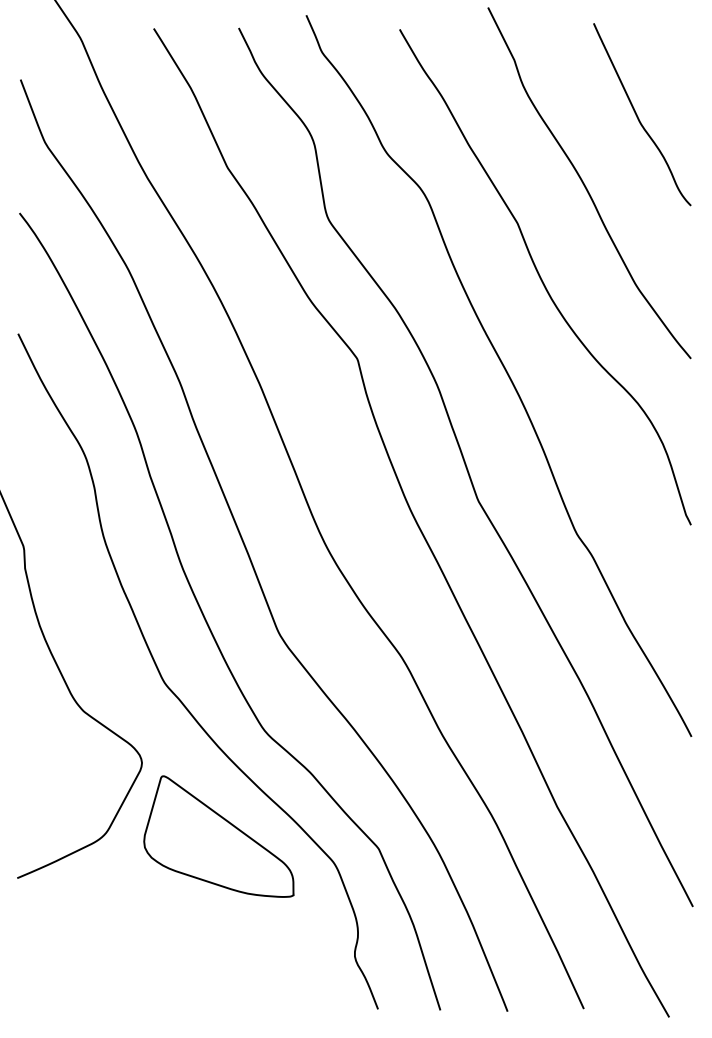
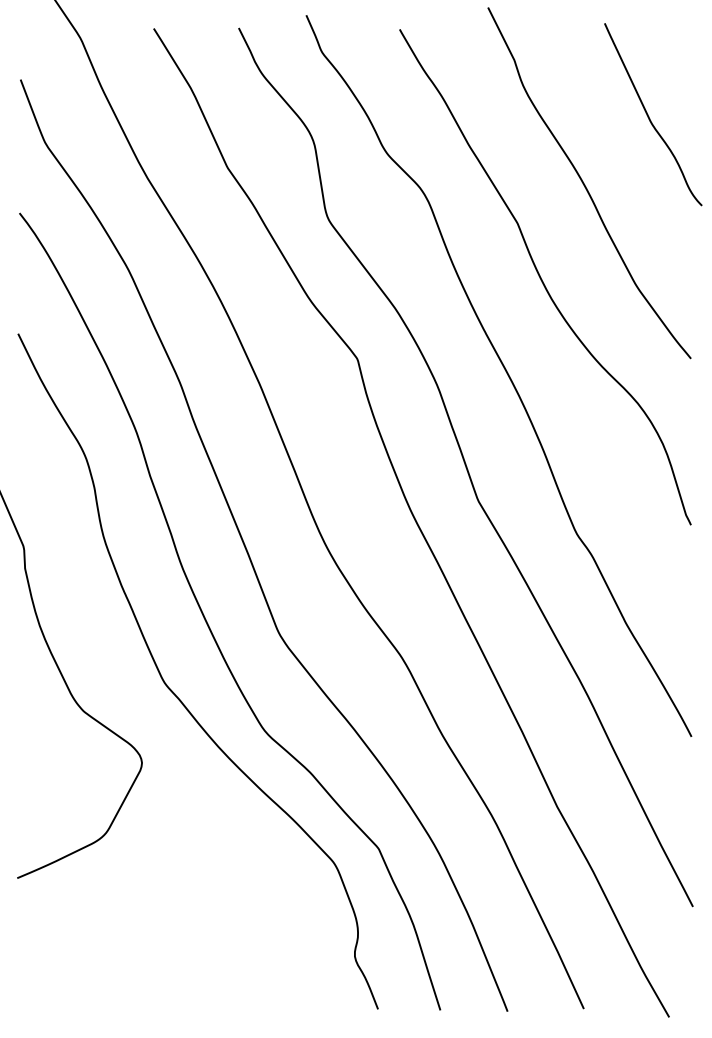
curve at (638, 116) position: (638, 116) -> (649, 116)
part at (218, 836): present -> none
